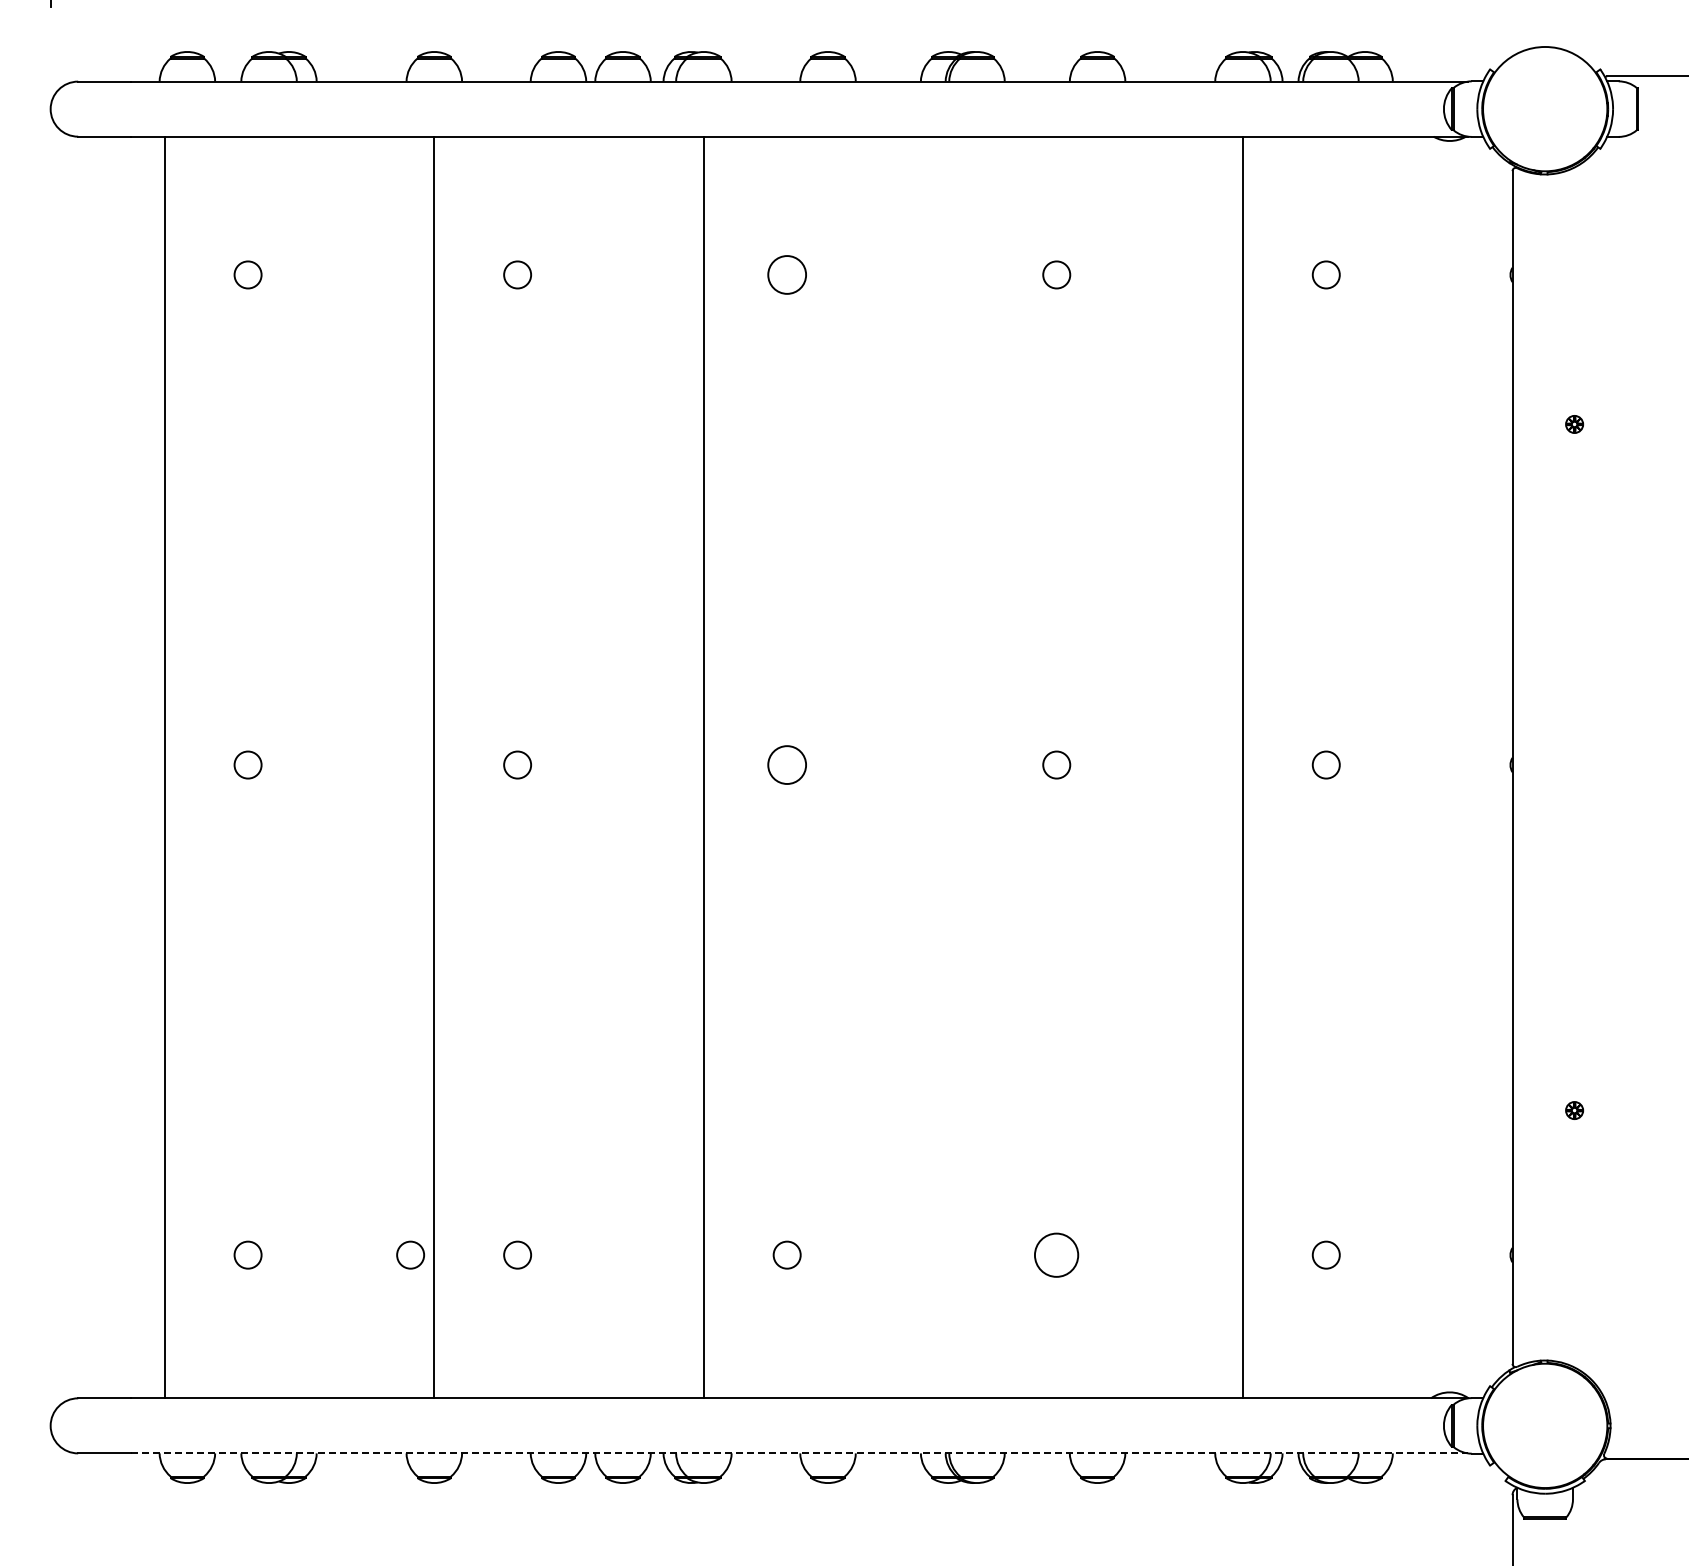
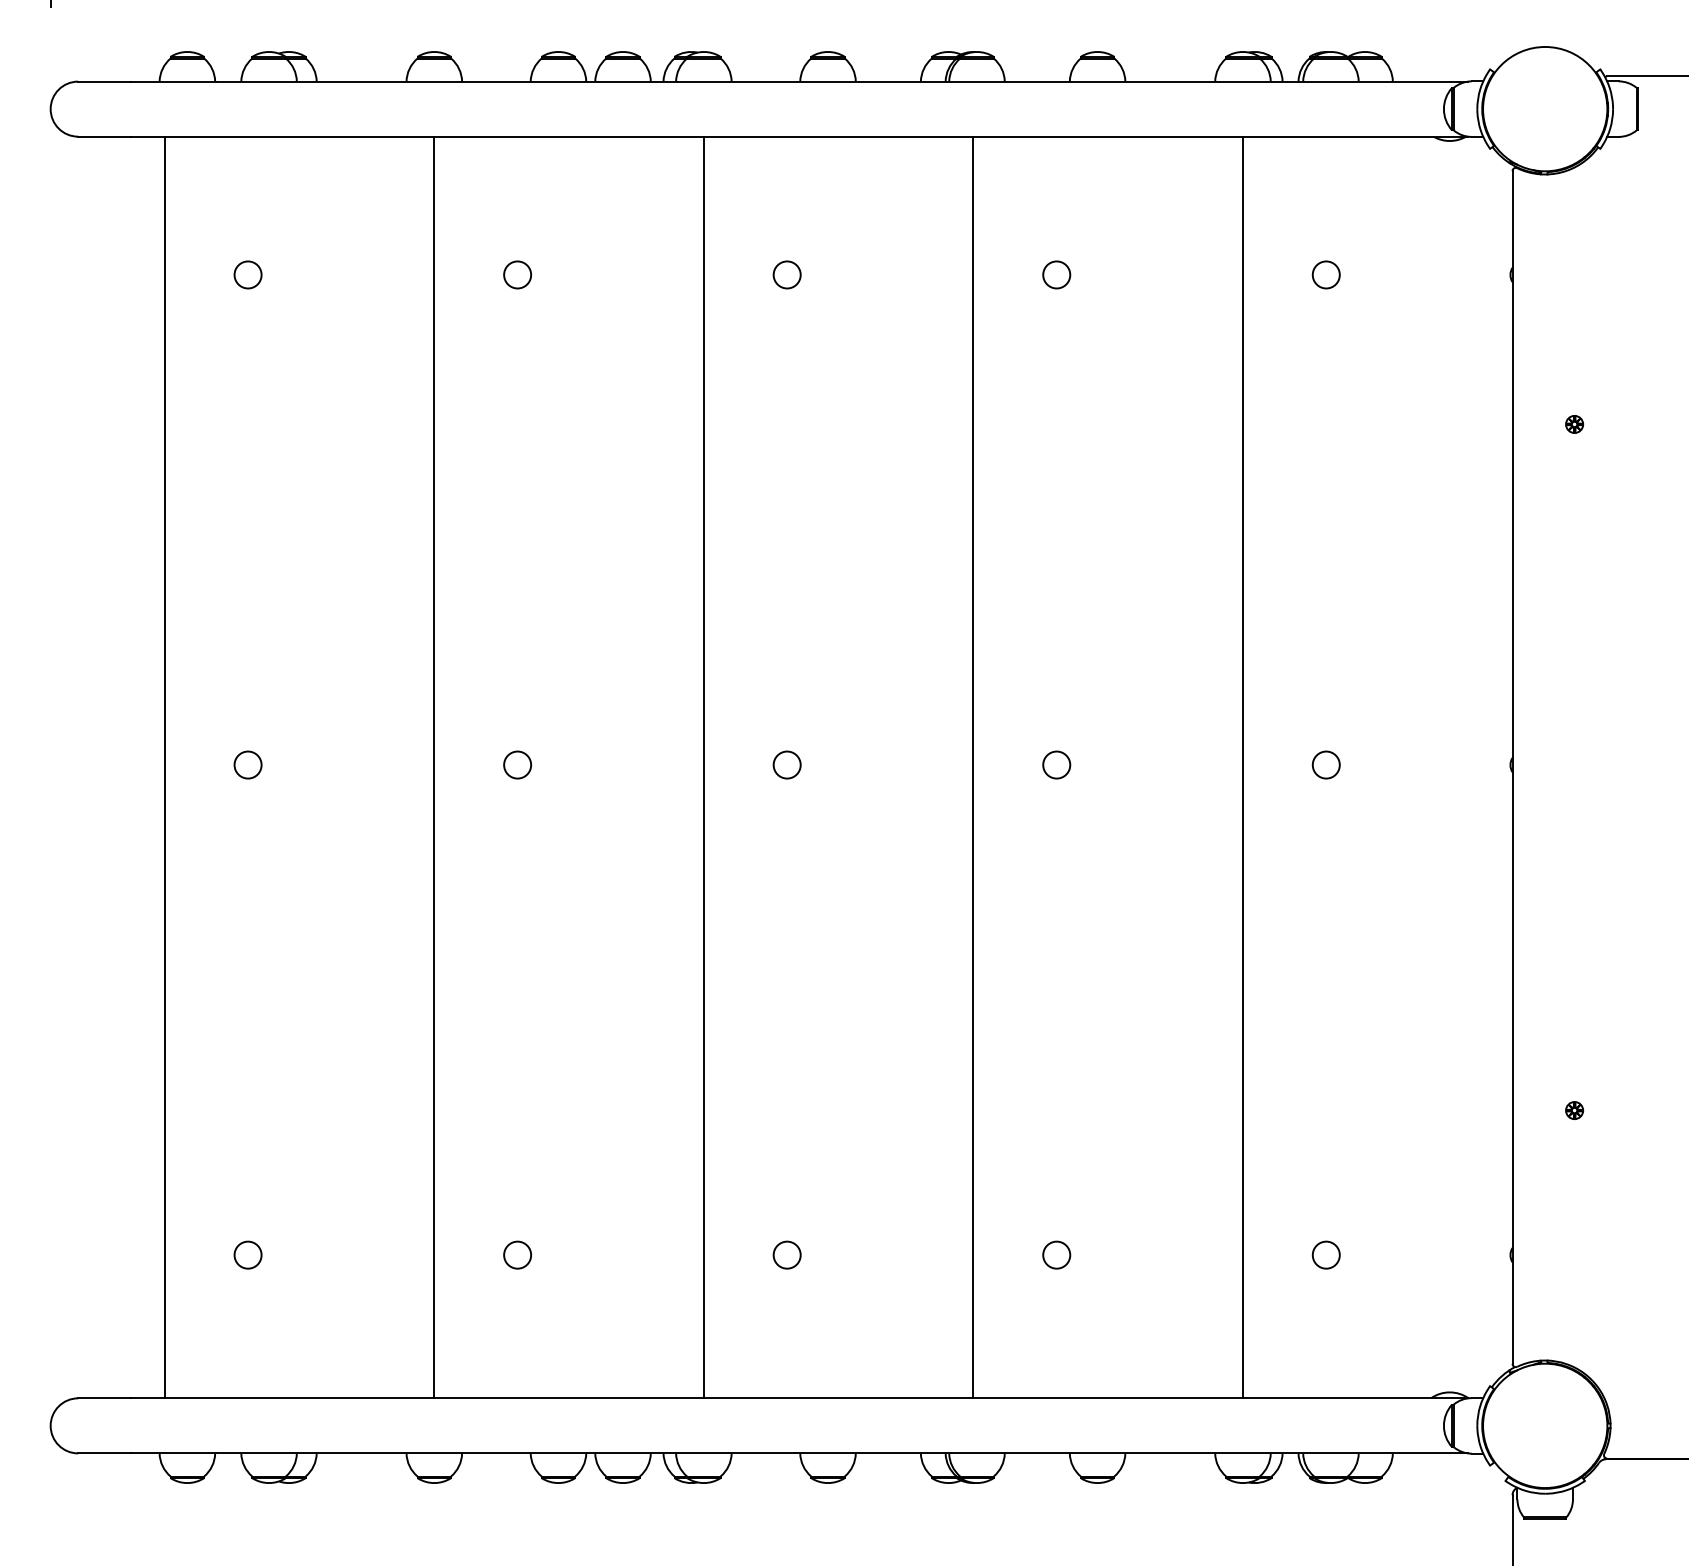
circle at (787, 274) diameter: 38 px -> 27 px
circle at (787, 764) diameter: 38 px -> 27 px
line at (973, 767): none -> present
circle at (410, 1254): present -> none
circle at (1056, 1254) size: 46x46 px -> 30x30 px
line at (799, 1453): dashed -> solid
